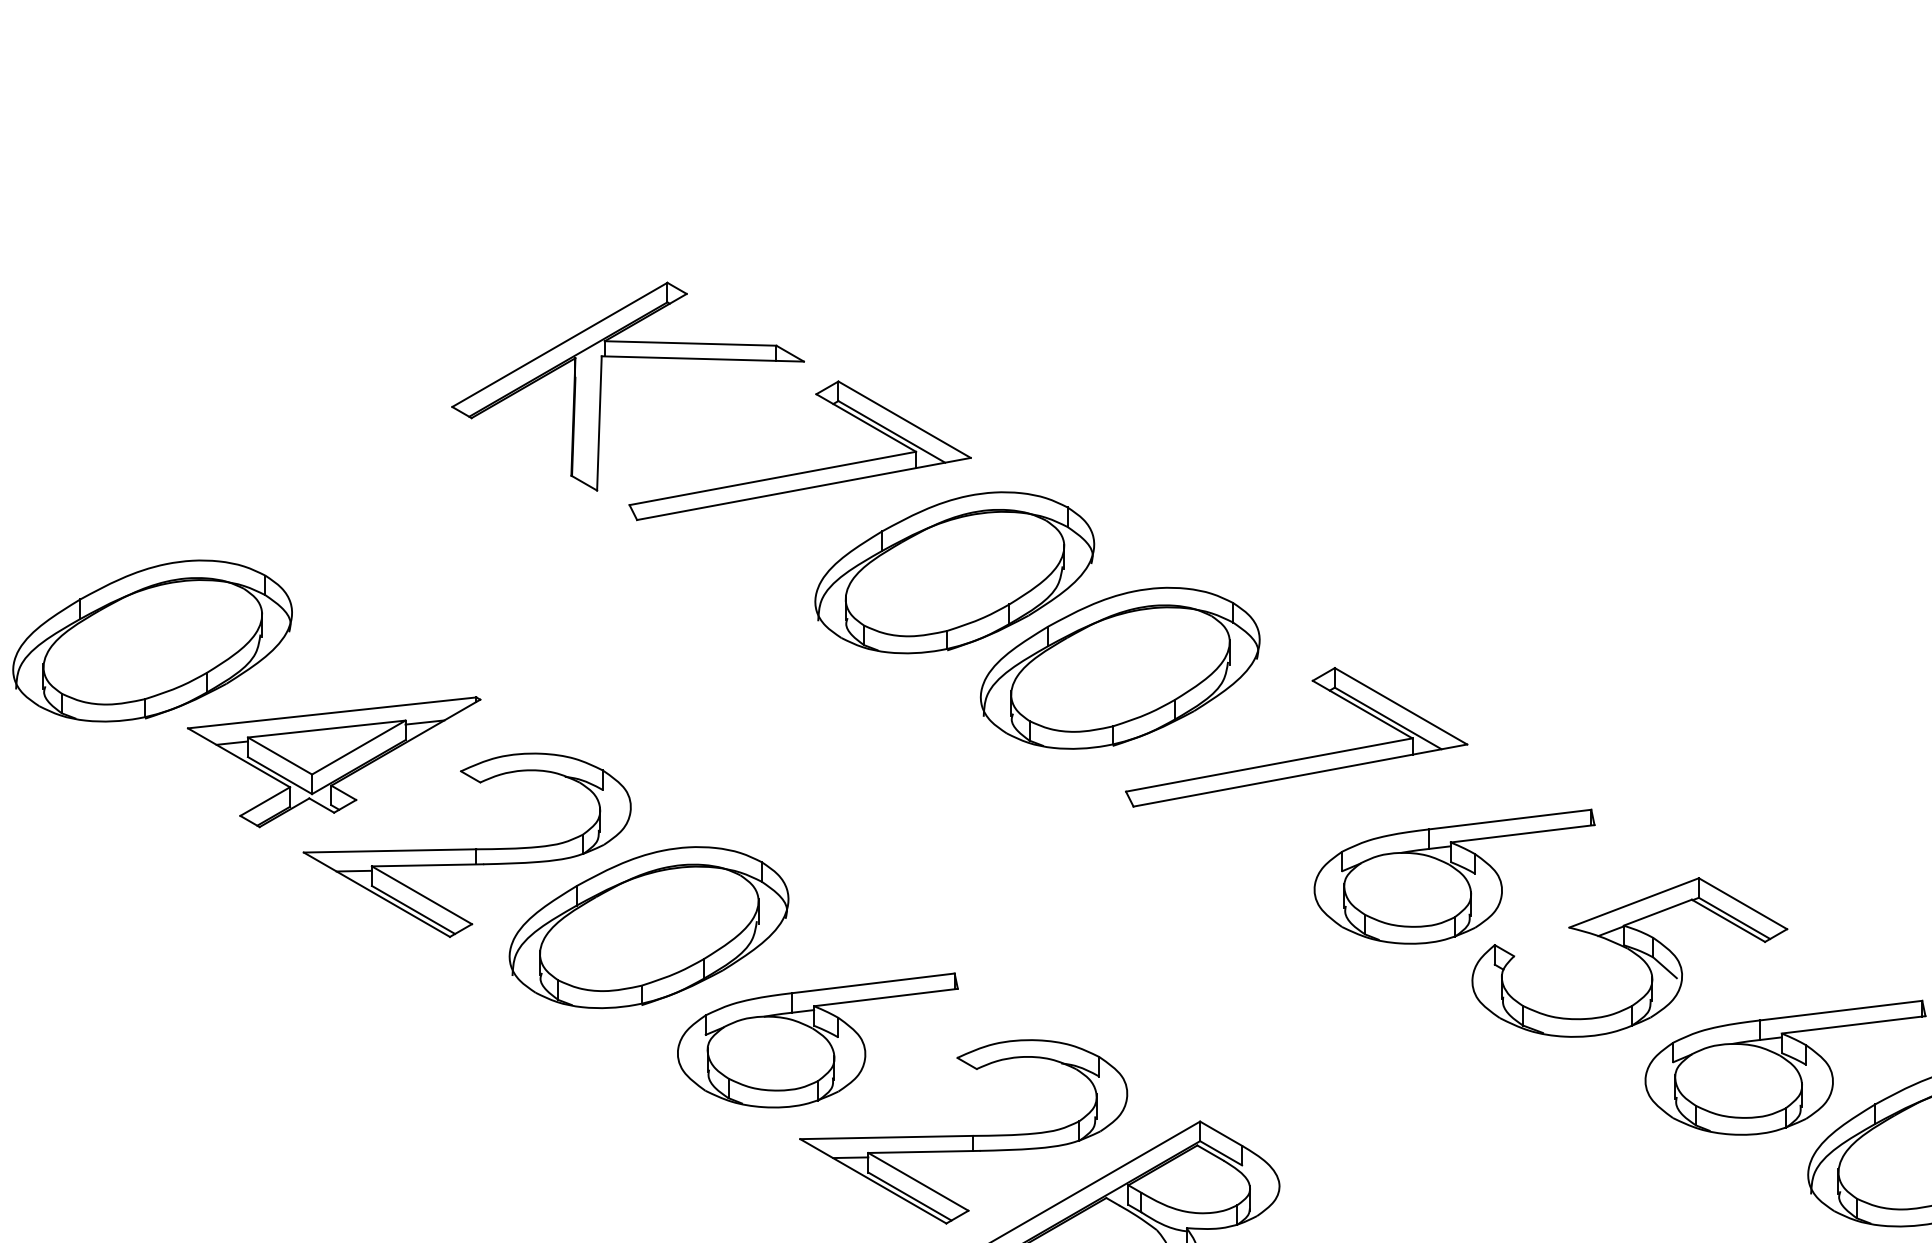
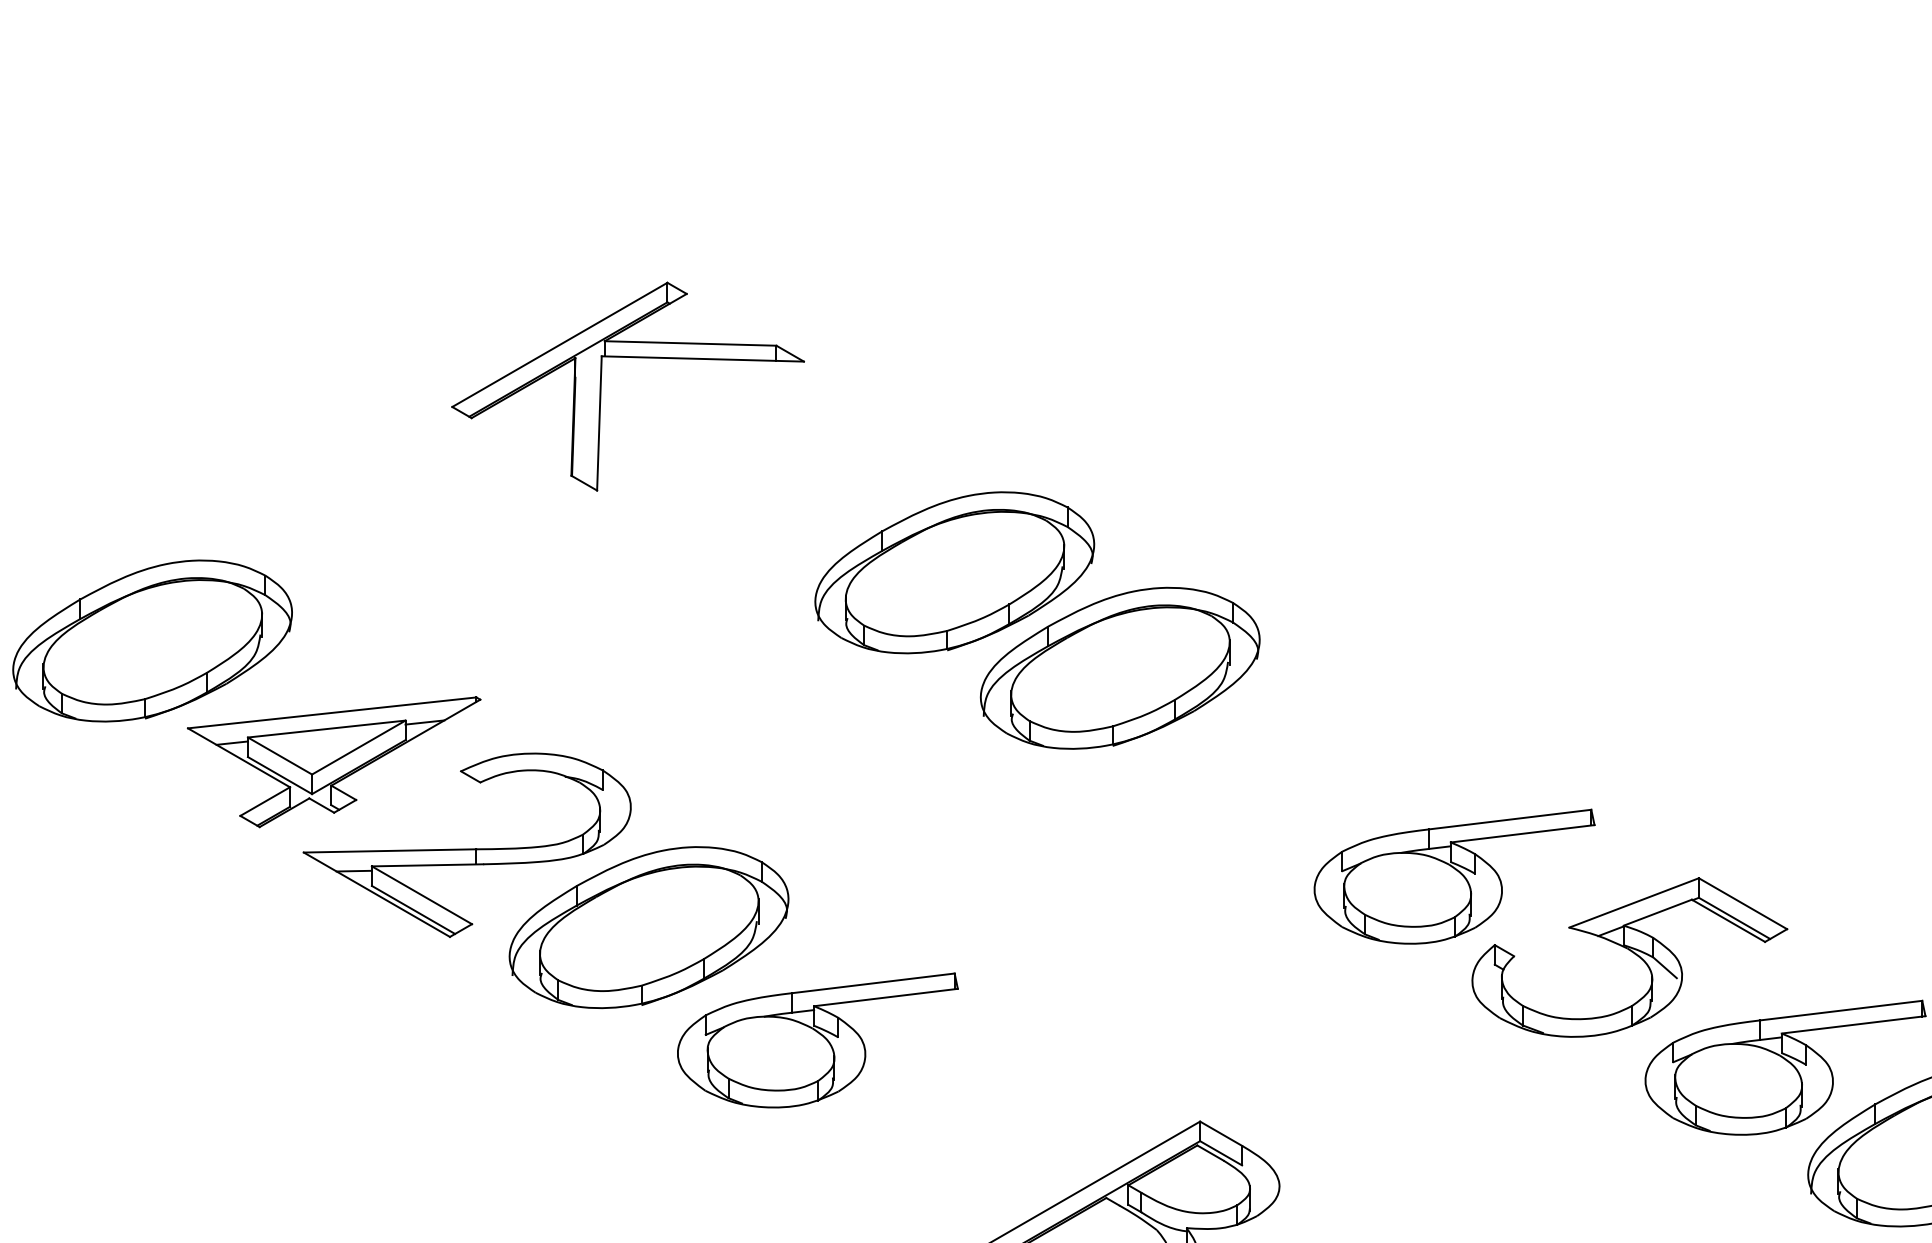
part at (803, 471): present -> none
part at (1297, 758): present -> none
part at (963, 1131): present -> none
